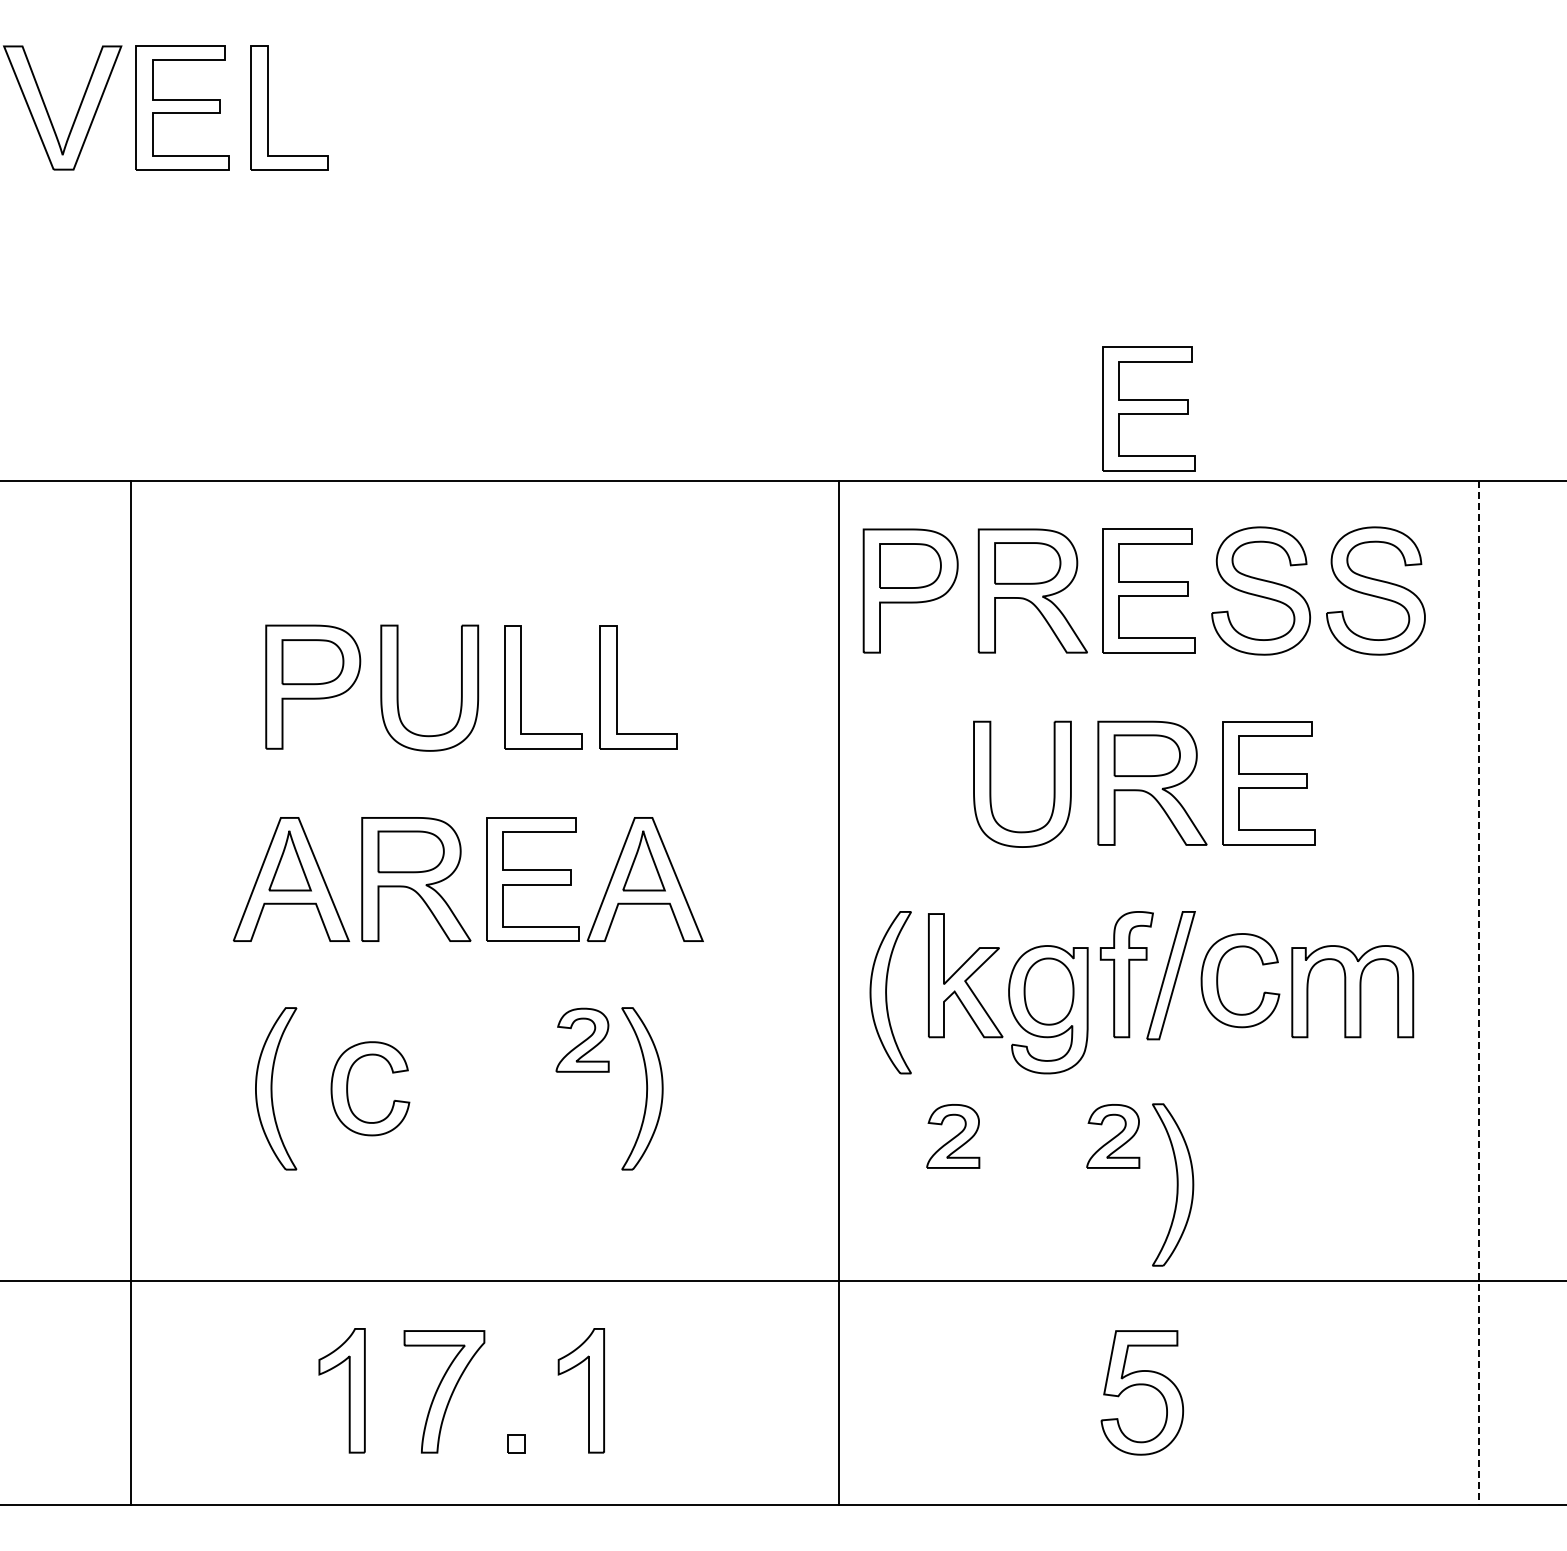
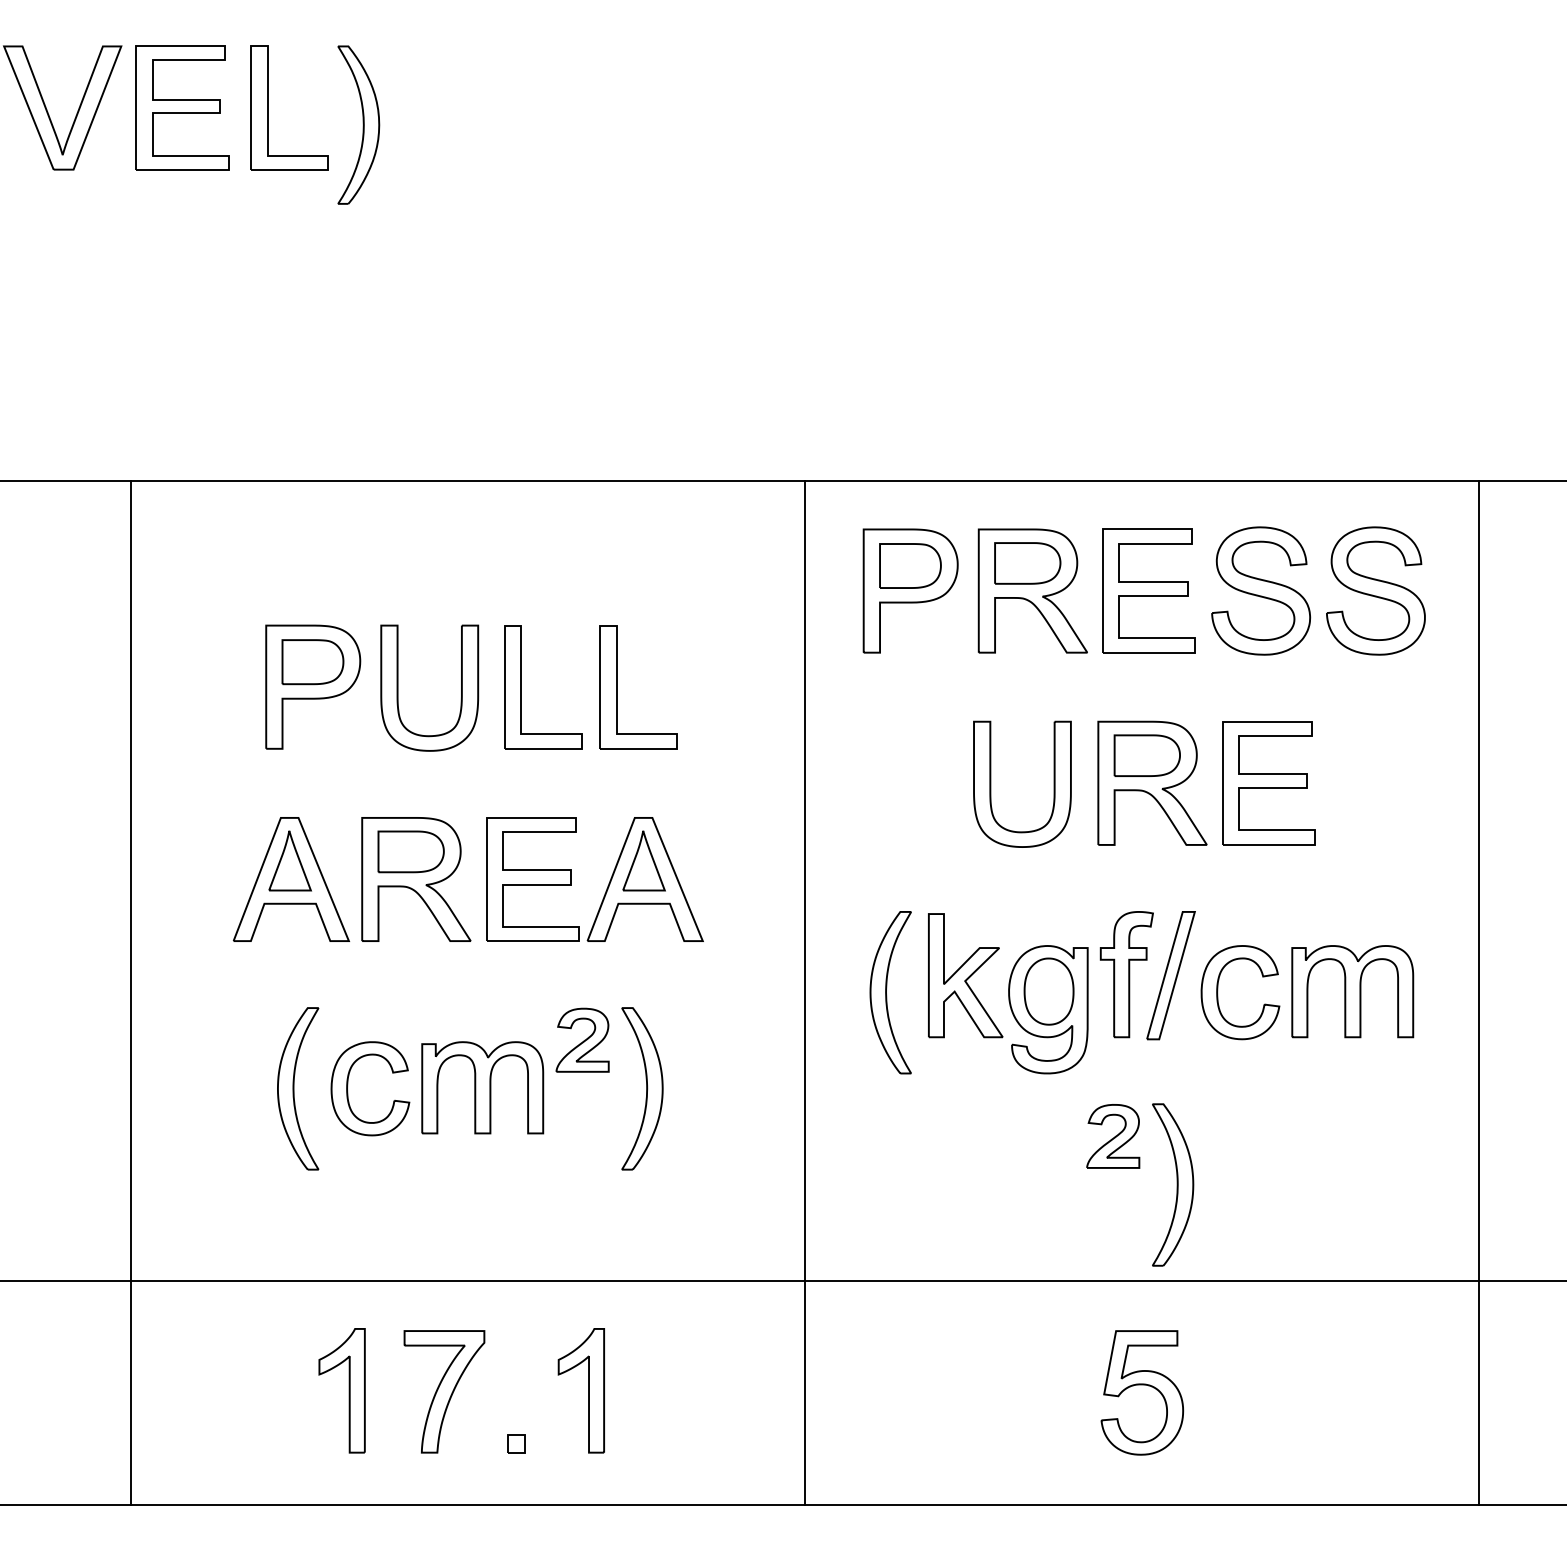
part at (358, 124): none -> present
part at (1148, 408): present -> none
part at (1218, 980) position: (1218, 980) -> (1218, 992)
line at (839, 992) position: (839, 992) -> (805, 992)
line at (1479, 992): dashed -> solid
part at (482, 1087): none -> present
part at (276, 1088) position: (276, 1088) -> (298, 1088)
part at (953, 1136): present -> none
